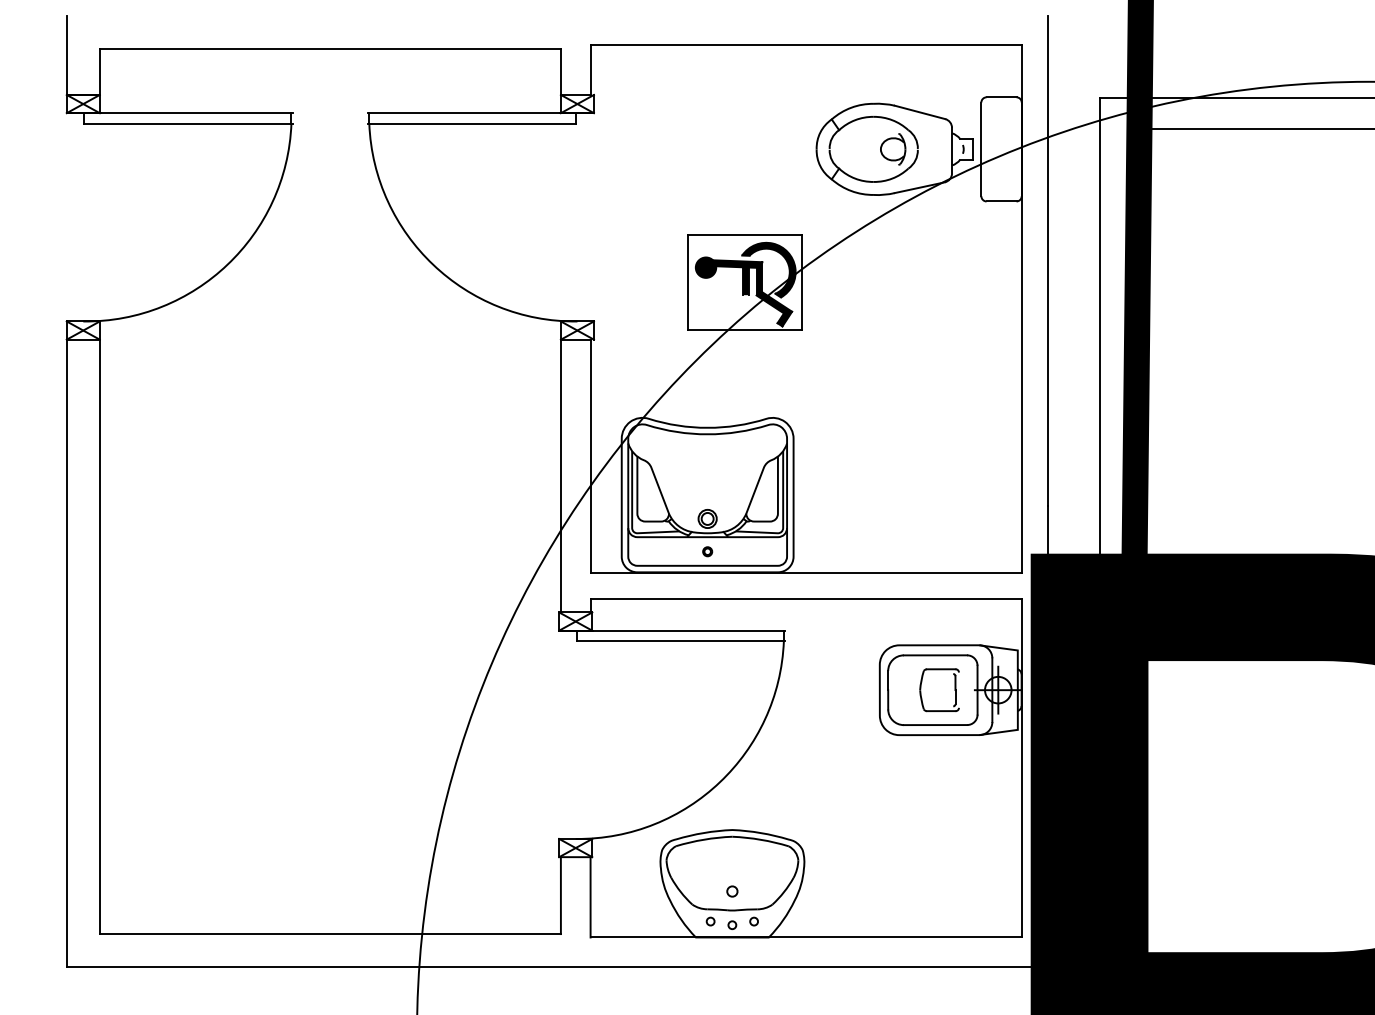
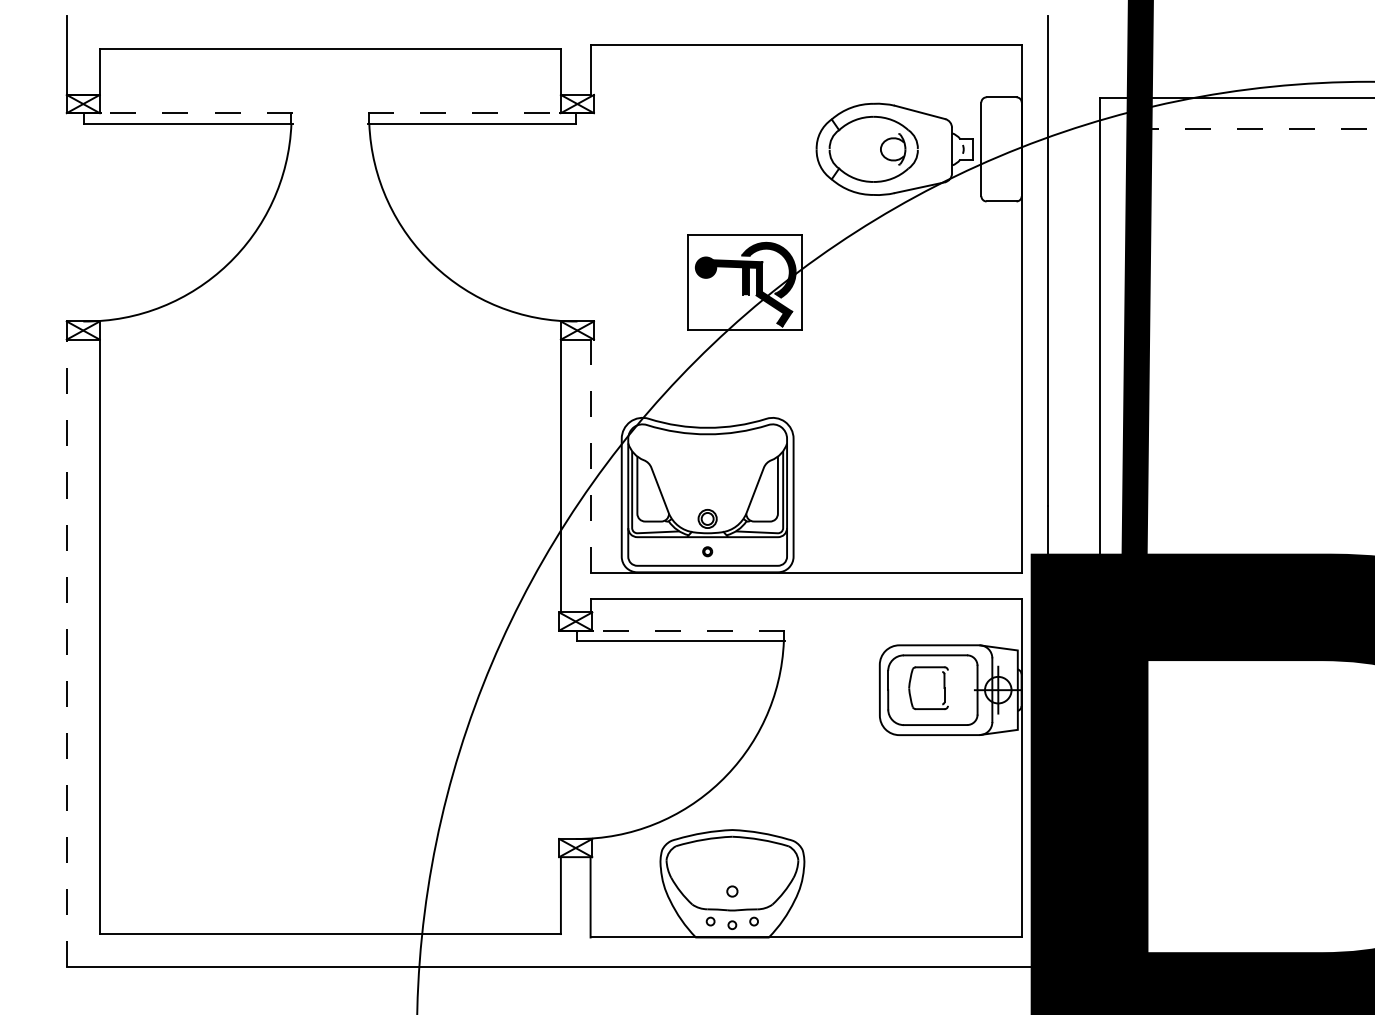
line at (187, 113): solid -> dashed
line at (472, 113): solid -> dashed
line at (1253, 129): solid -> dashed
line at (590, 456): solid -> dashed
line at (680, 630): solid -> dashed
line at (66, 653): solid -> dashed
part at (954, 690) position: (954, 690) -> (943, 688)
